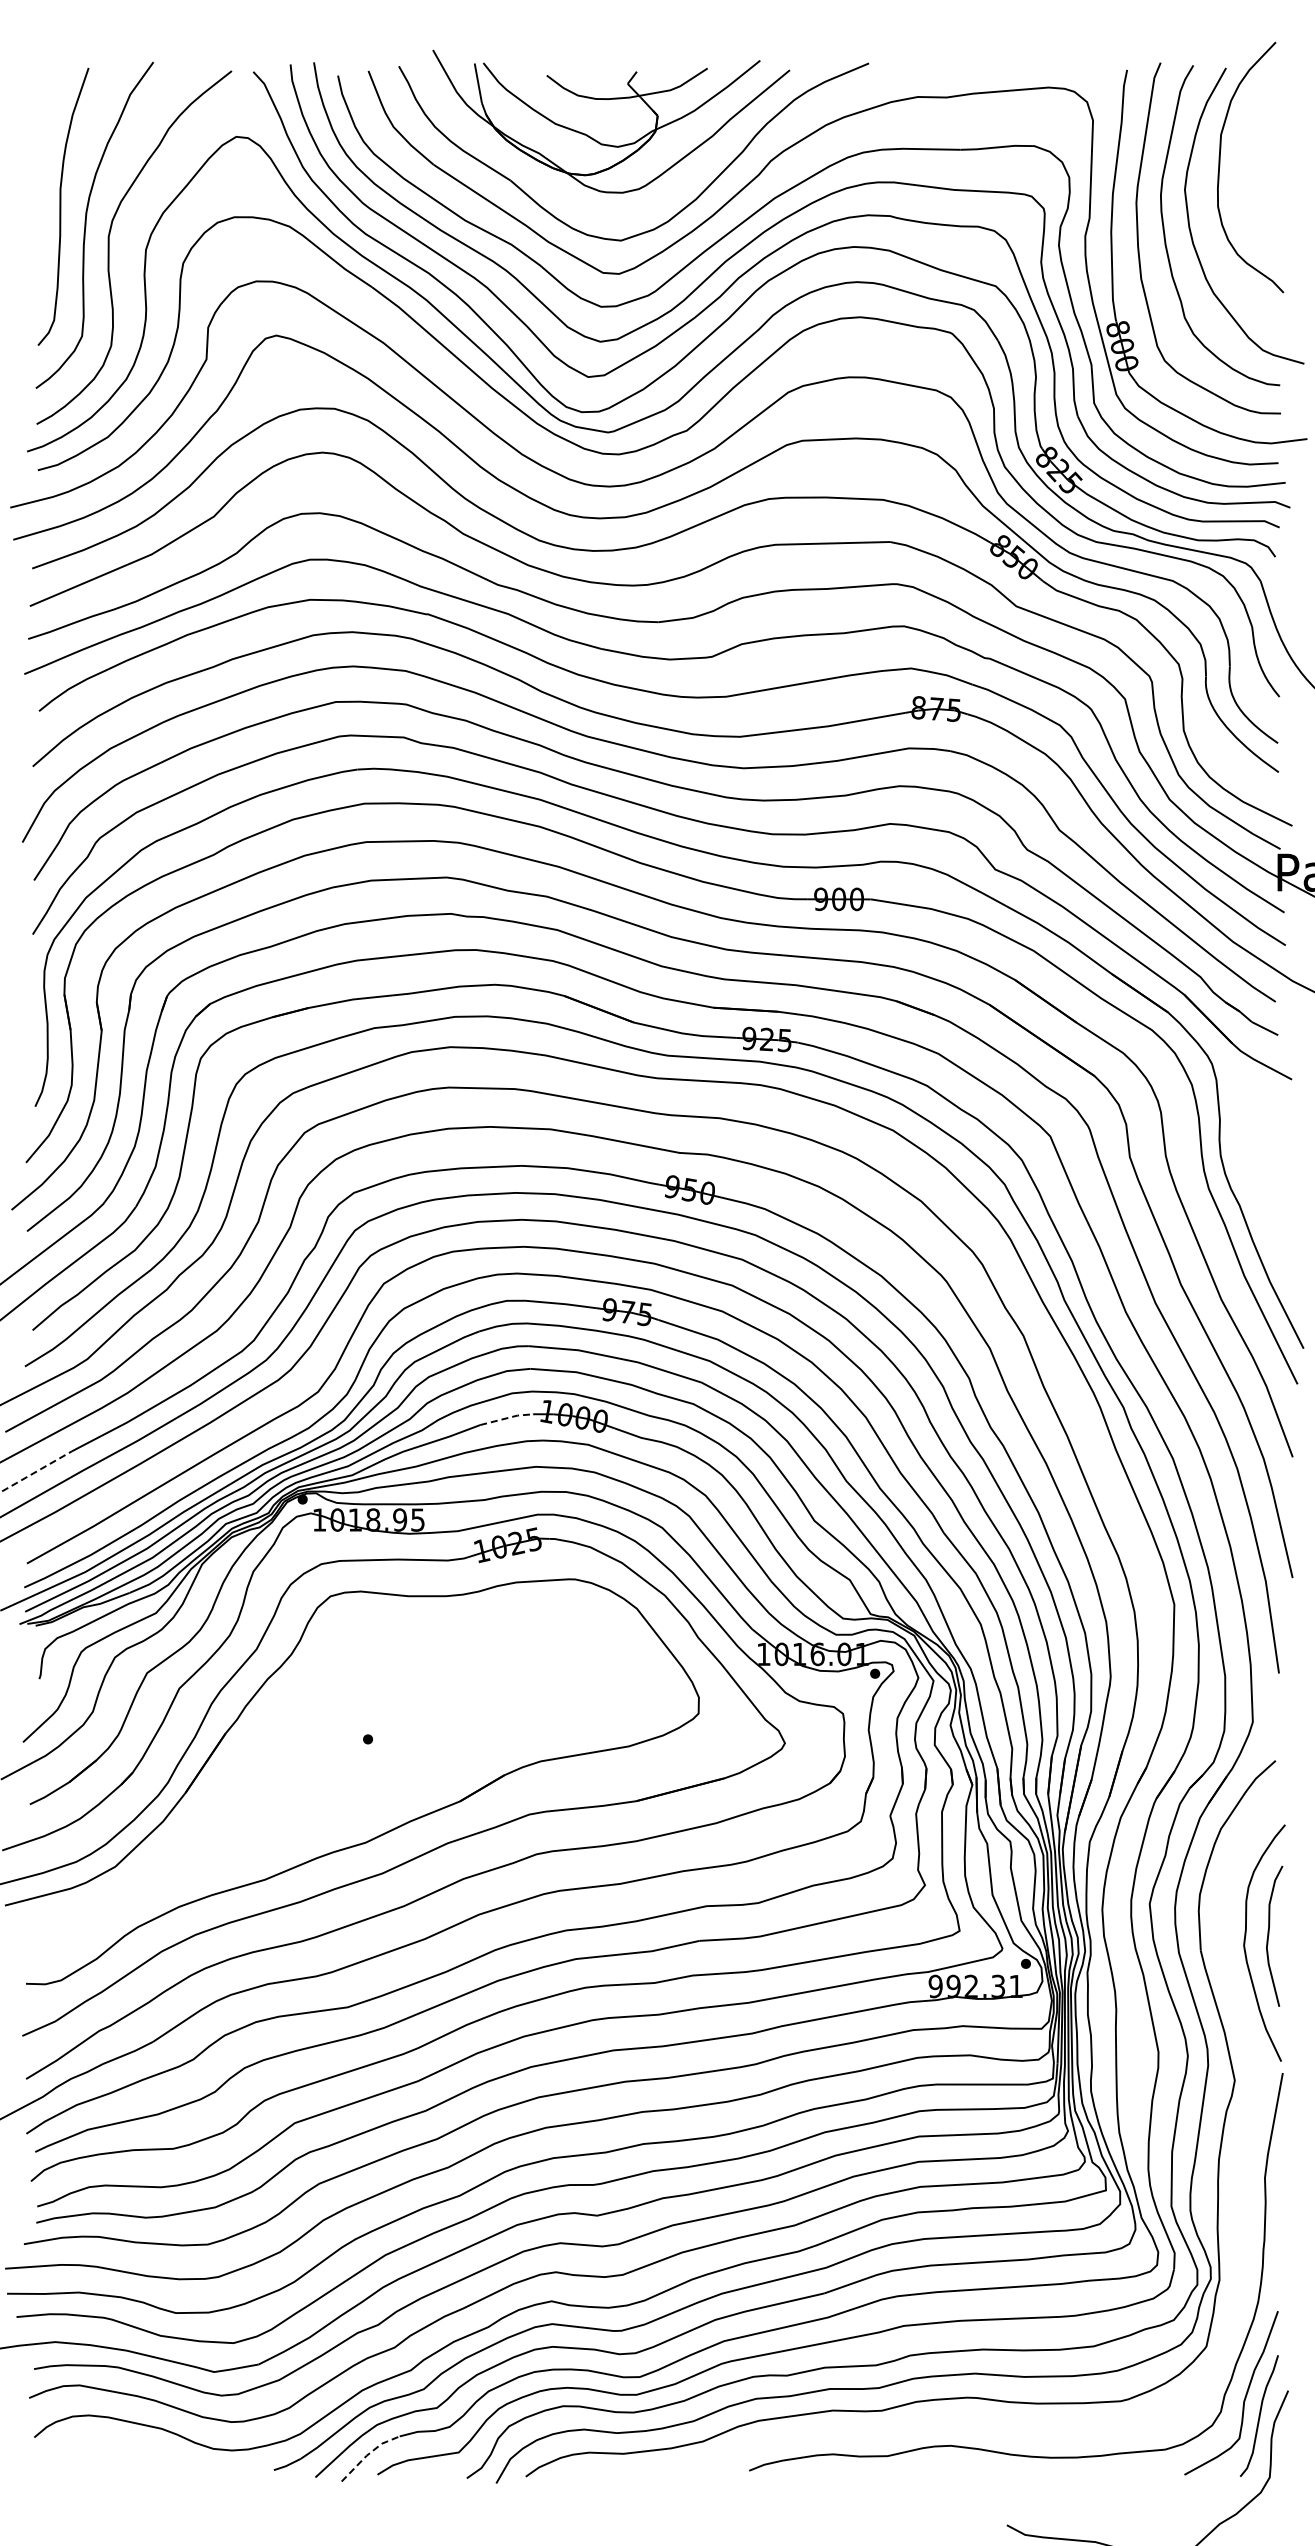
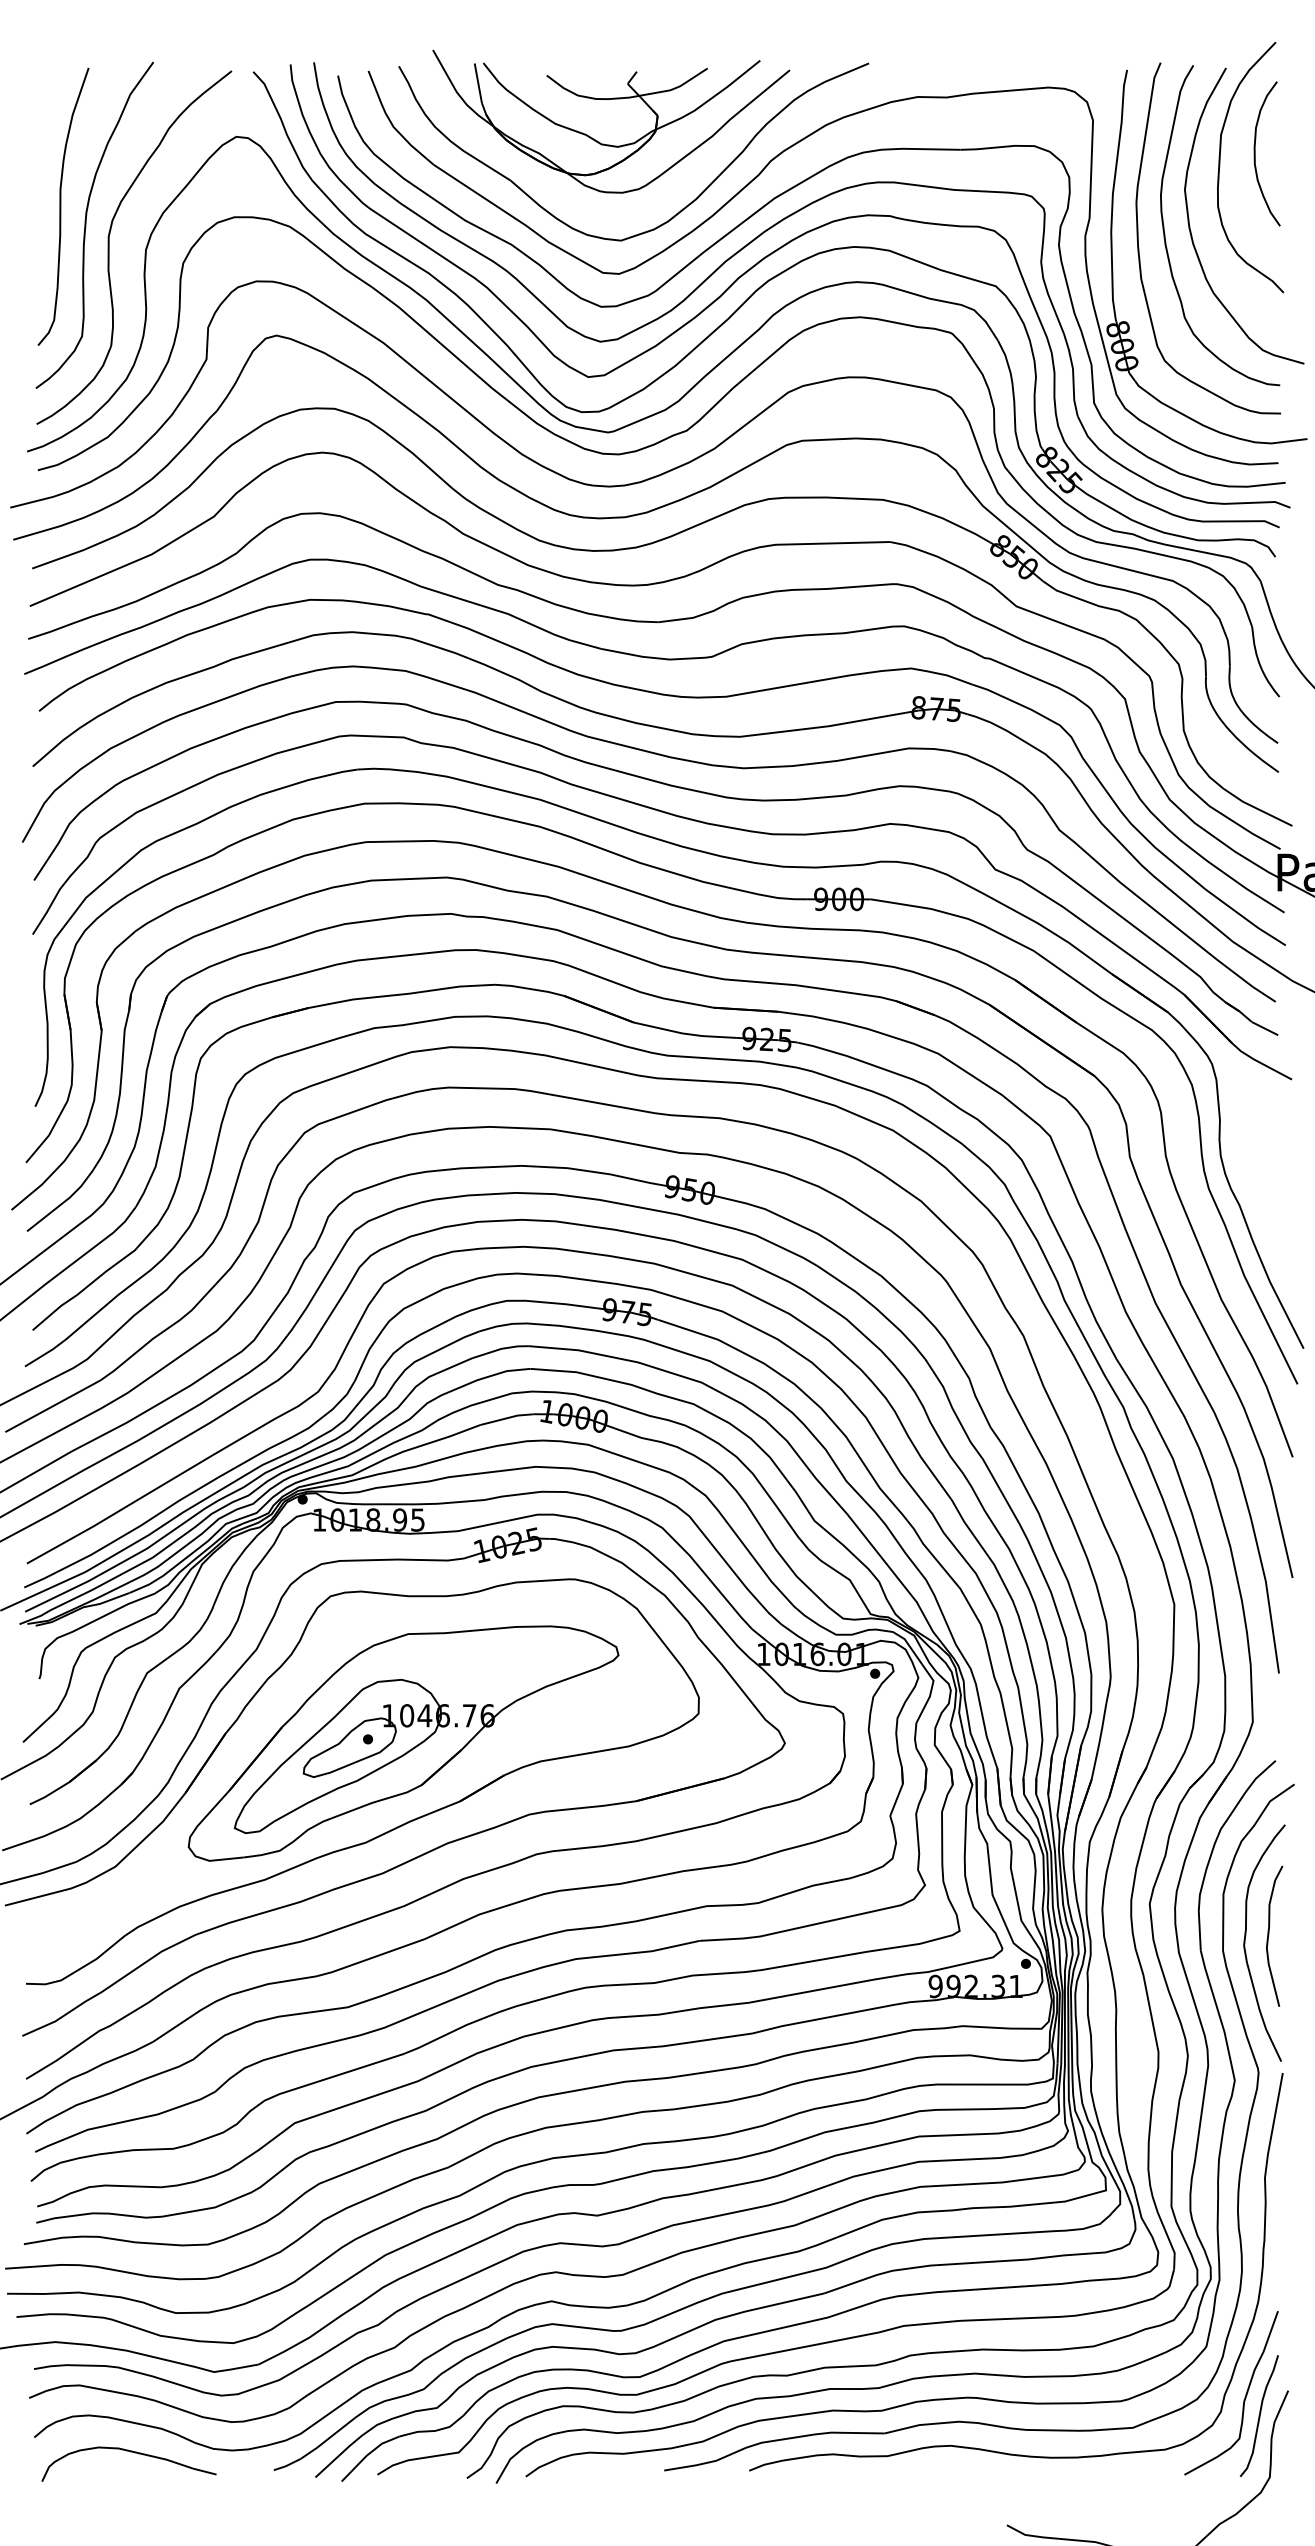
curve at (1255, 153): none -> present
line at (506, 1418): dashed -> solid
line at (36, 1471): dashed -> solid
part at (403, 1743): none -> present
part at (1239, 2169): none -> present
curve at (130, 2452): none -> present
line at (368, 2454): dashed -> solid
